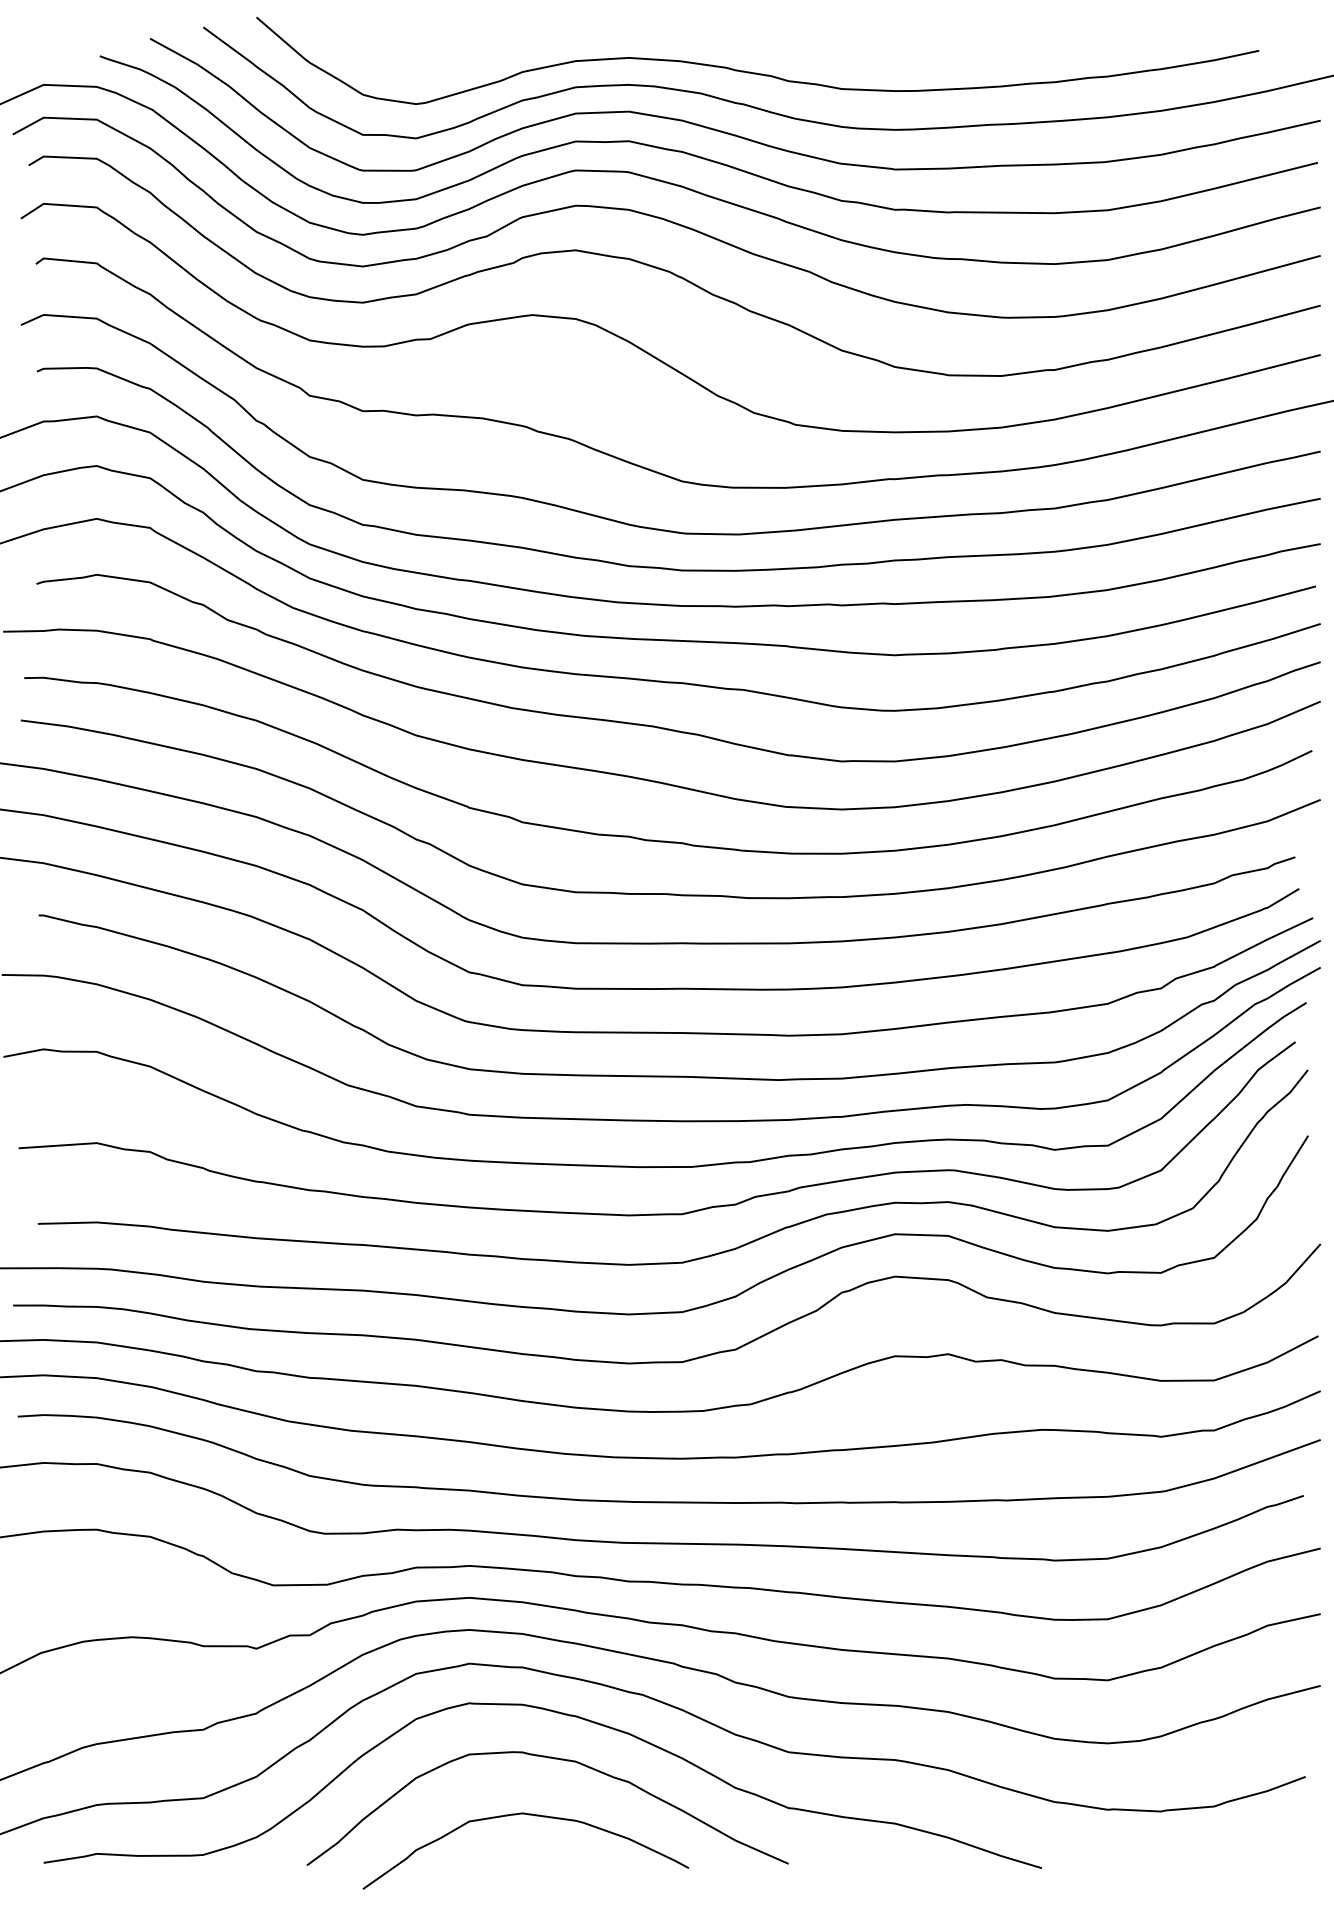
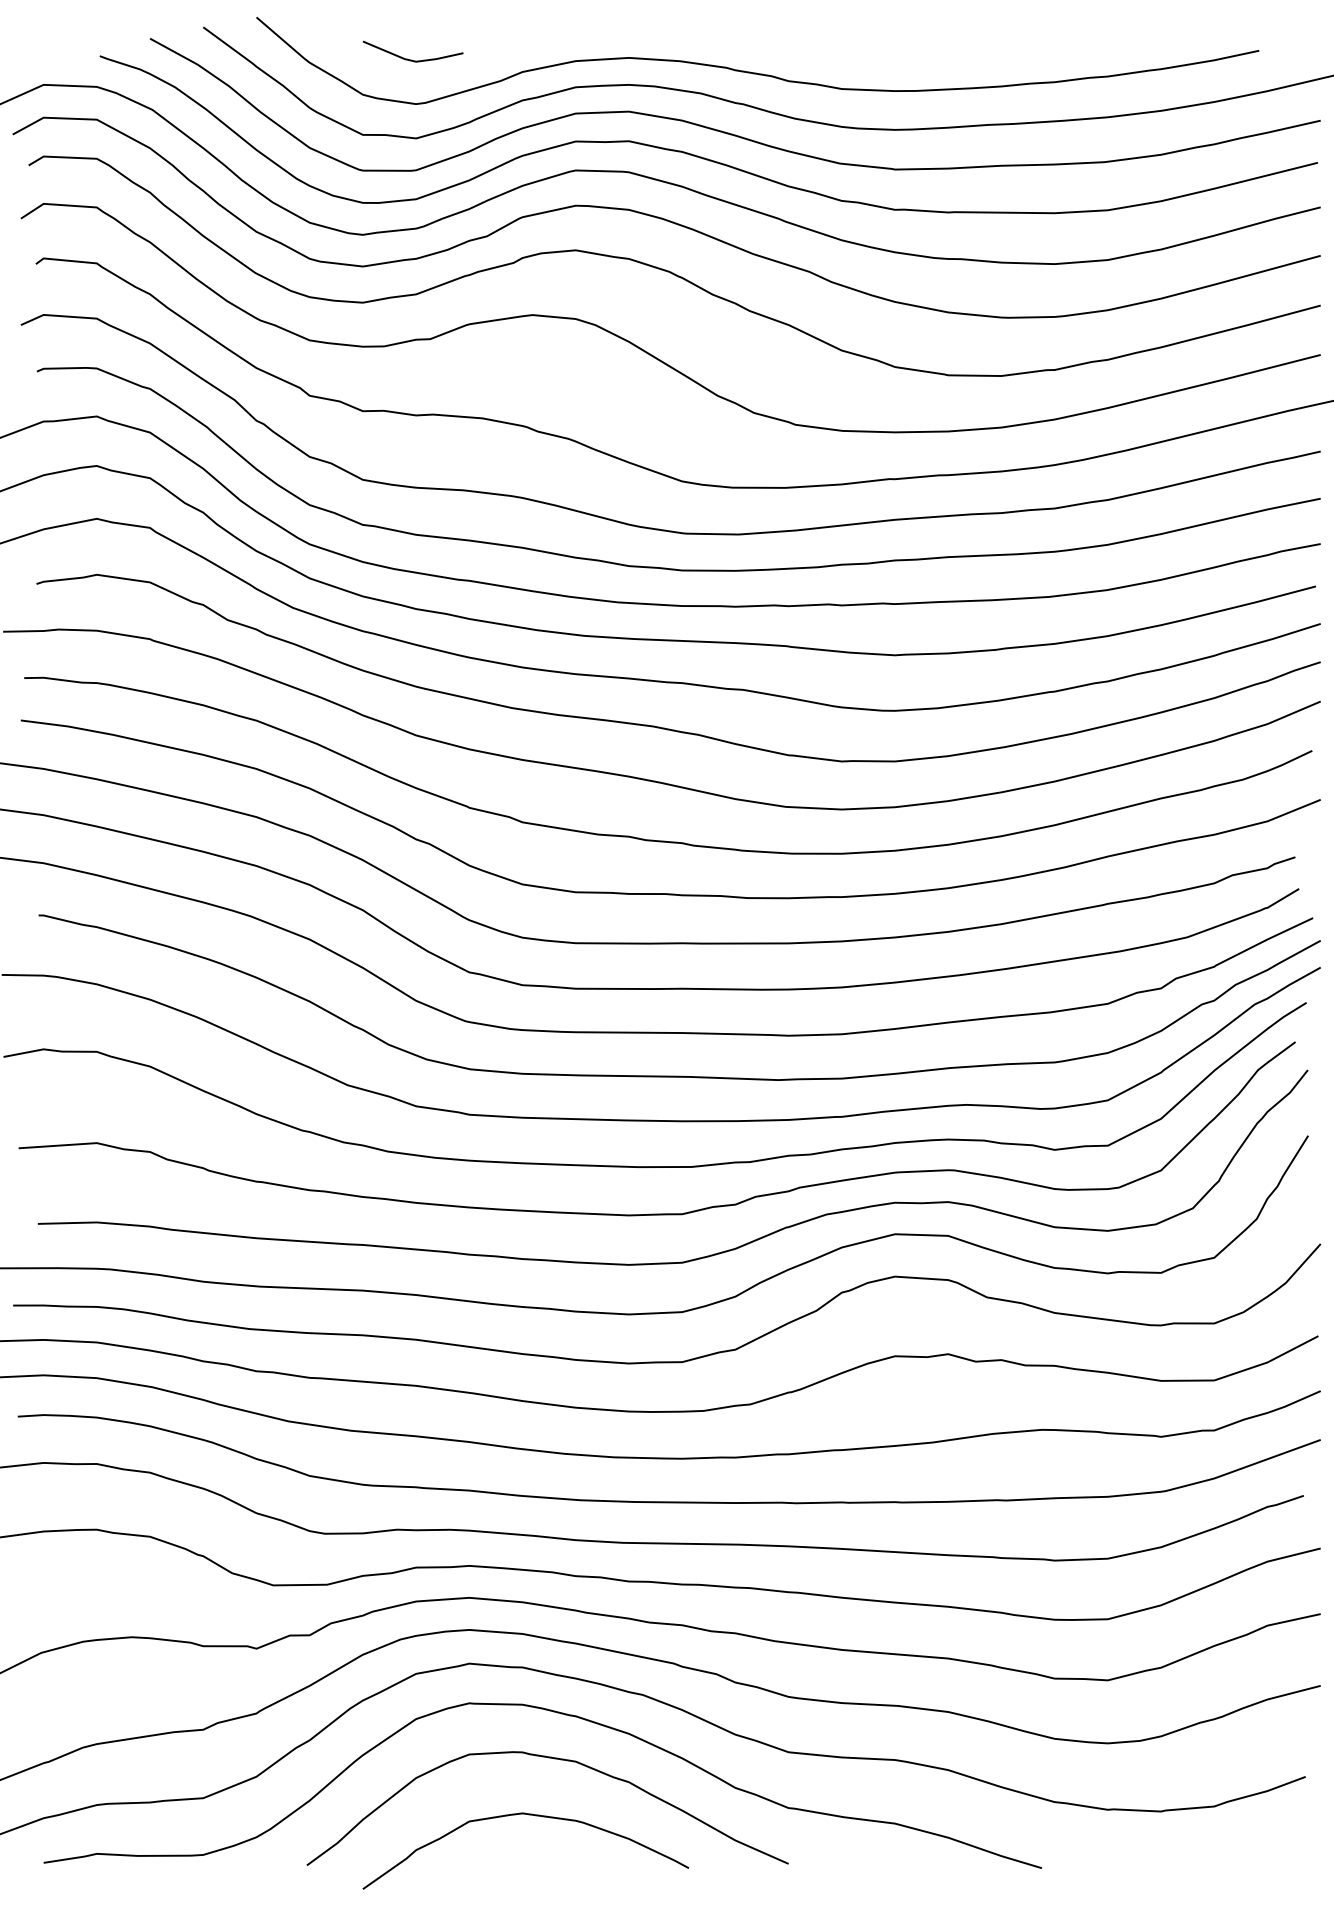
line at (411, 59): none -> present
